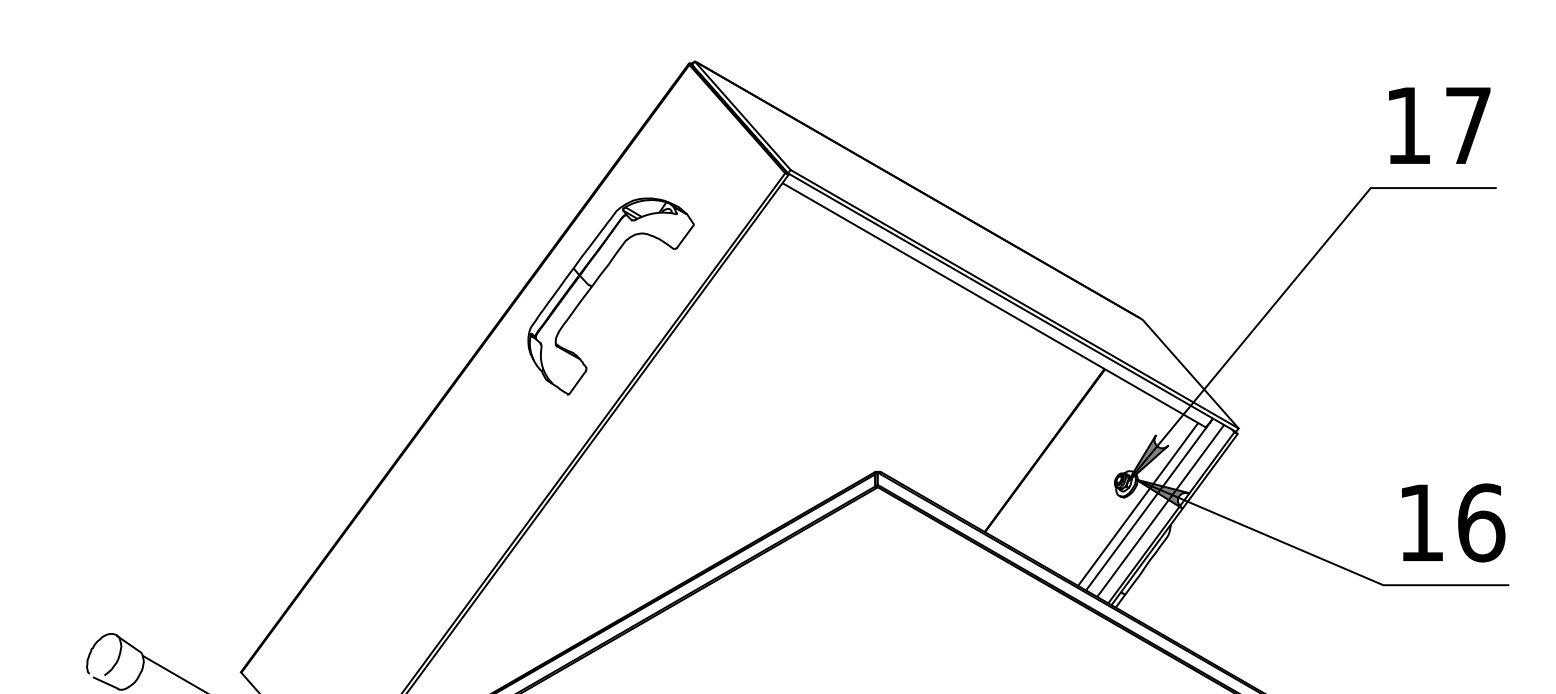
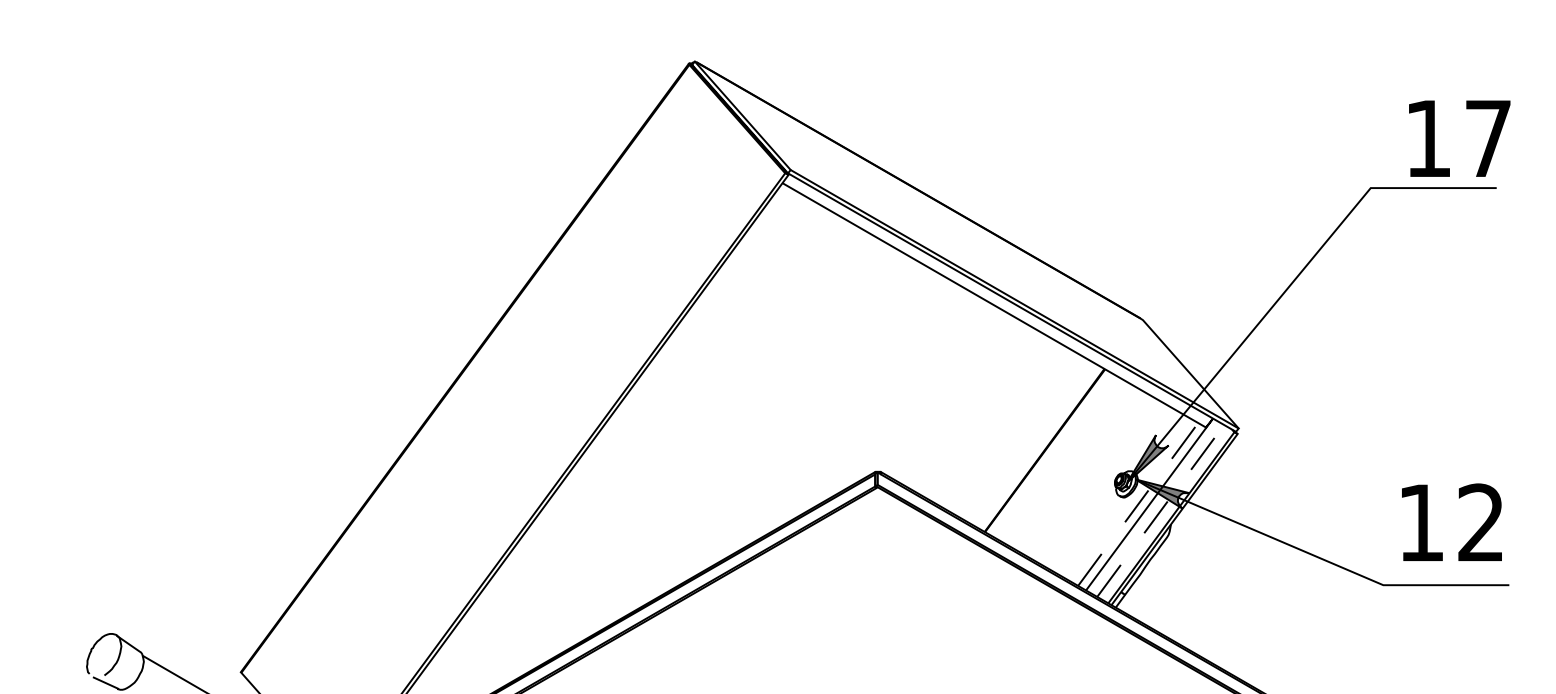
text at (1439, 125) position: (1439, 125) -> (1459, 138)
part at (593, 286): present -> none
line at (1138, 503): solid -> dashed
line at (1160, 510): solid -> dashed
text at (1481, 522): 16 -> 12
